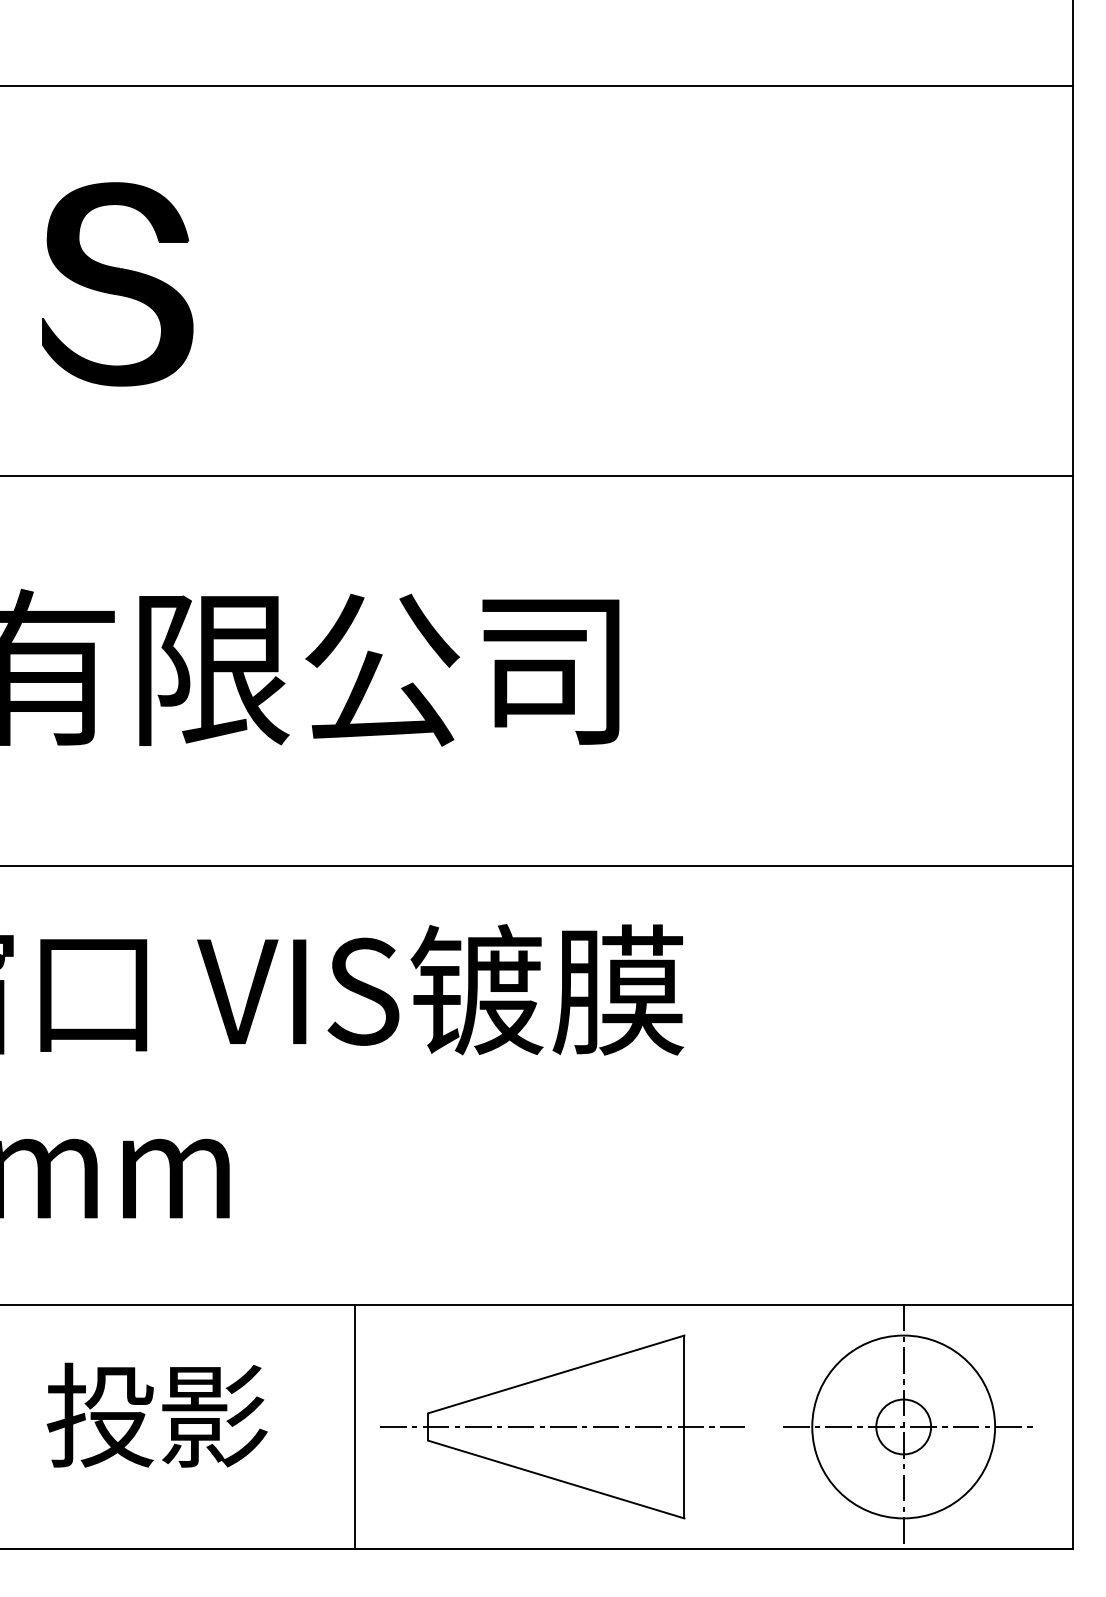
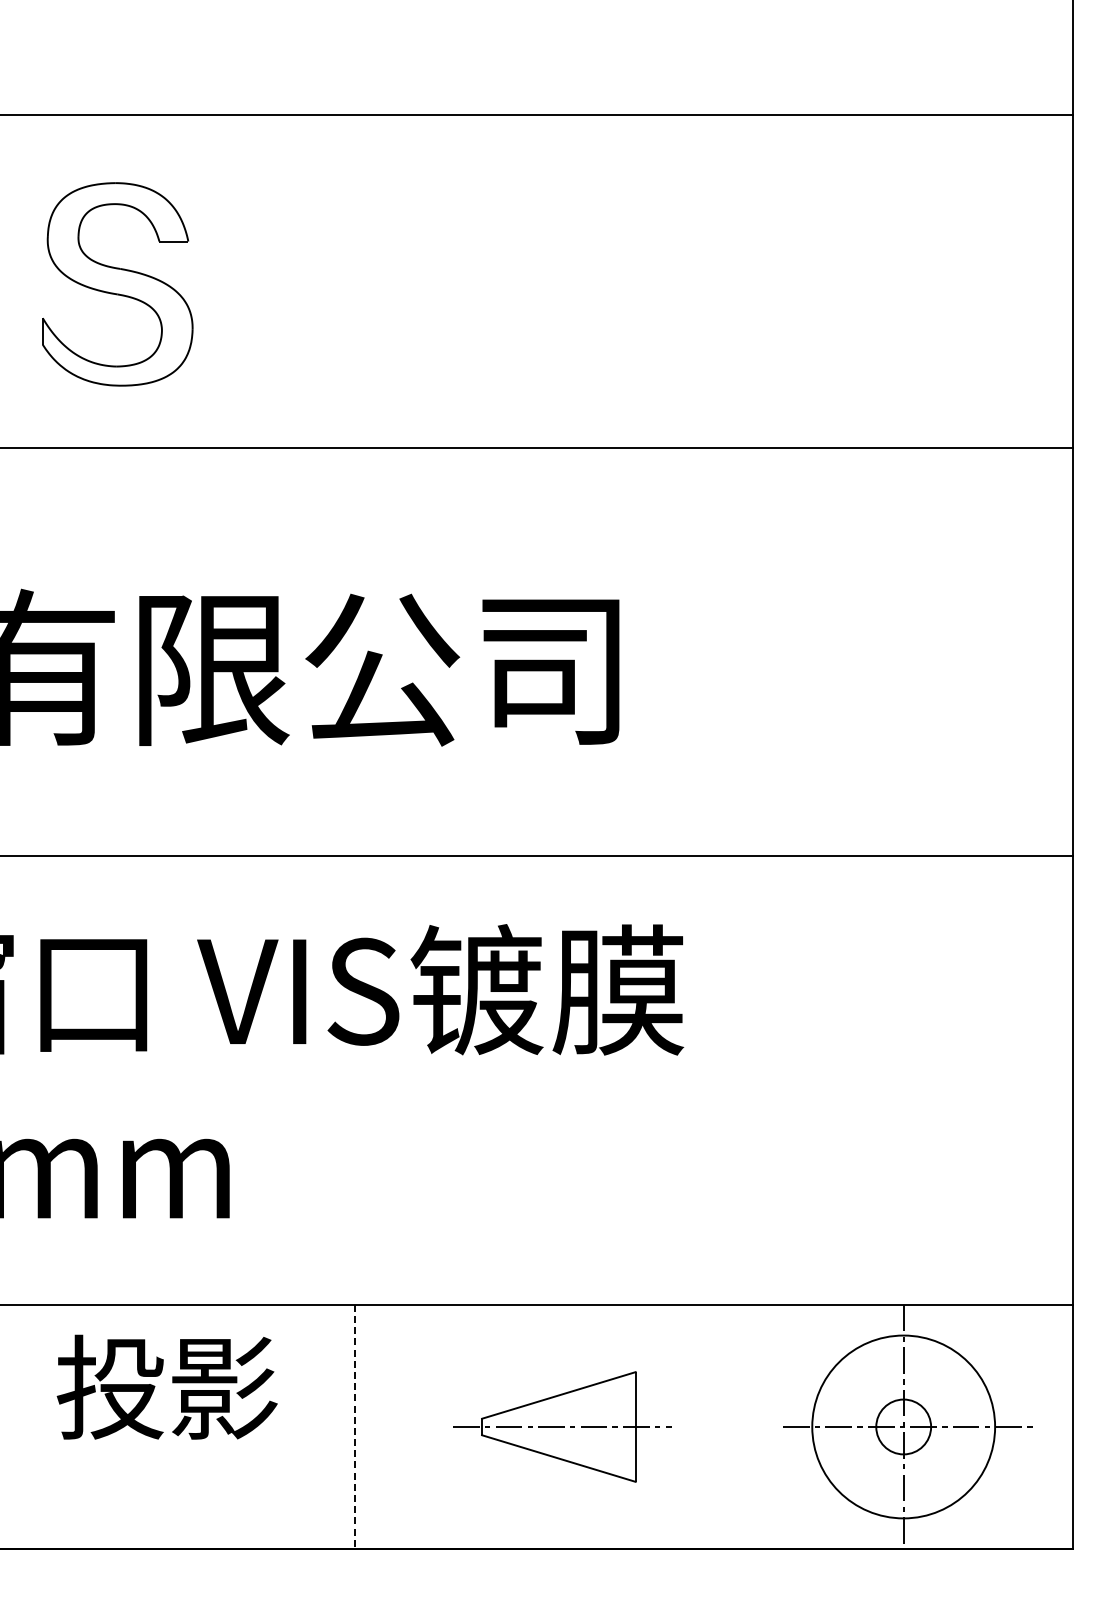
line at (537, 85) position: (537, 85) -> (537, 114)
fill at (117, 284): present -> none
line at (537, 476) position: (537, 476) -> (537, 448)
line at (537, 866) position: (537, 866) -> (537, 856)
text at (156, 1414) position: (156, 1414) -> (166, 1386)
part at (562, 1426) size: 365x186 px -> 219x112 px
line at (354, 1427): solid -> dashed
